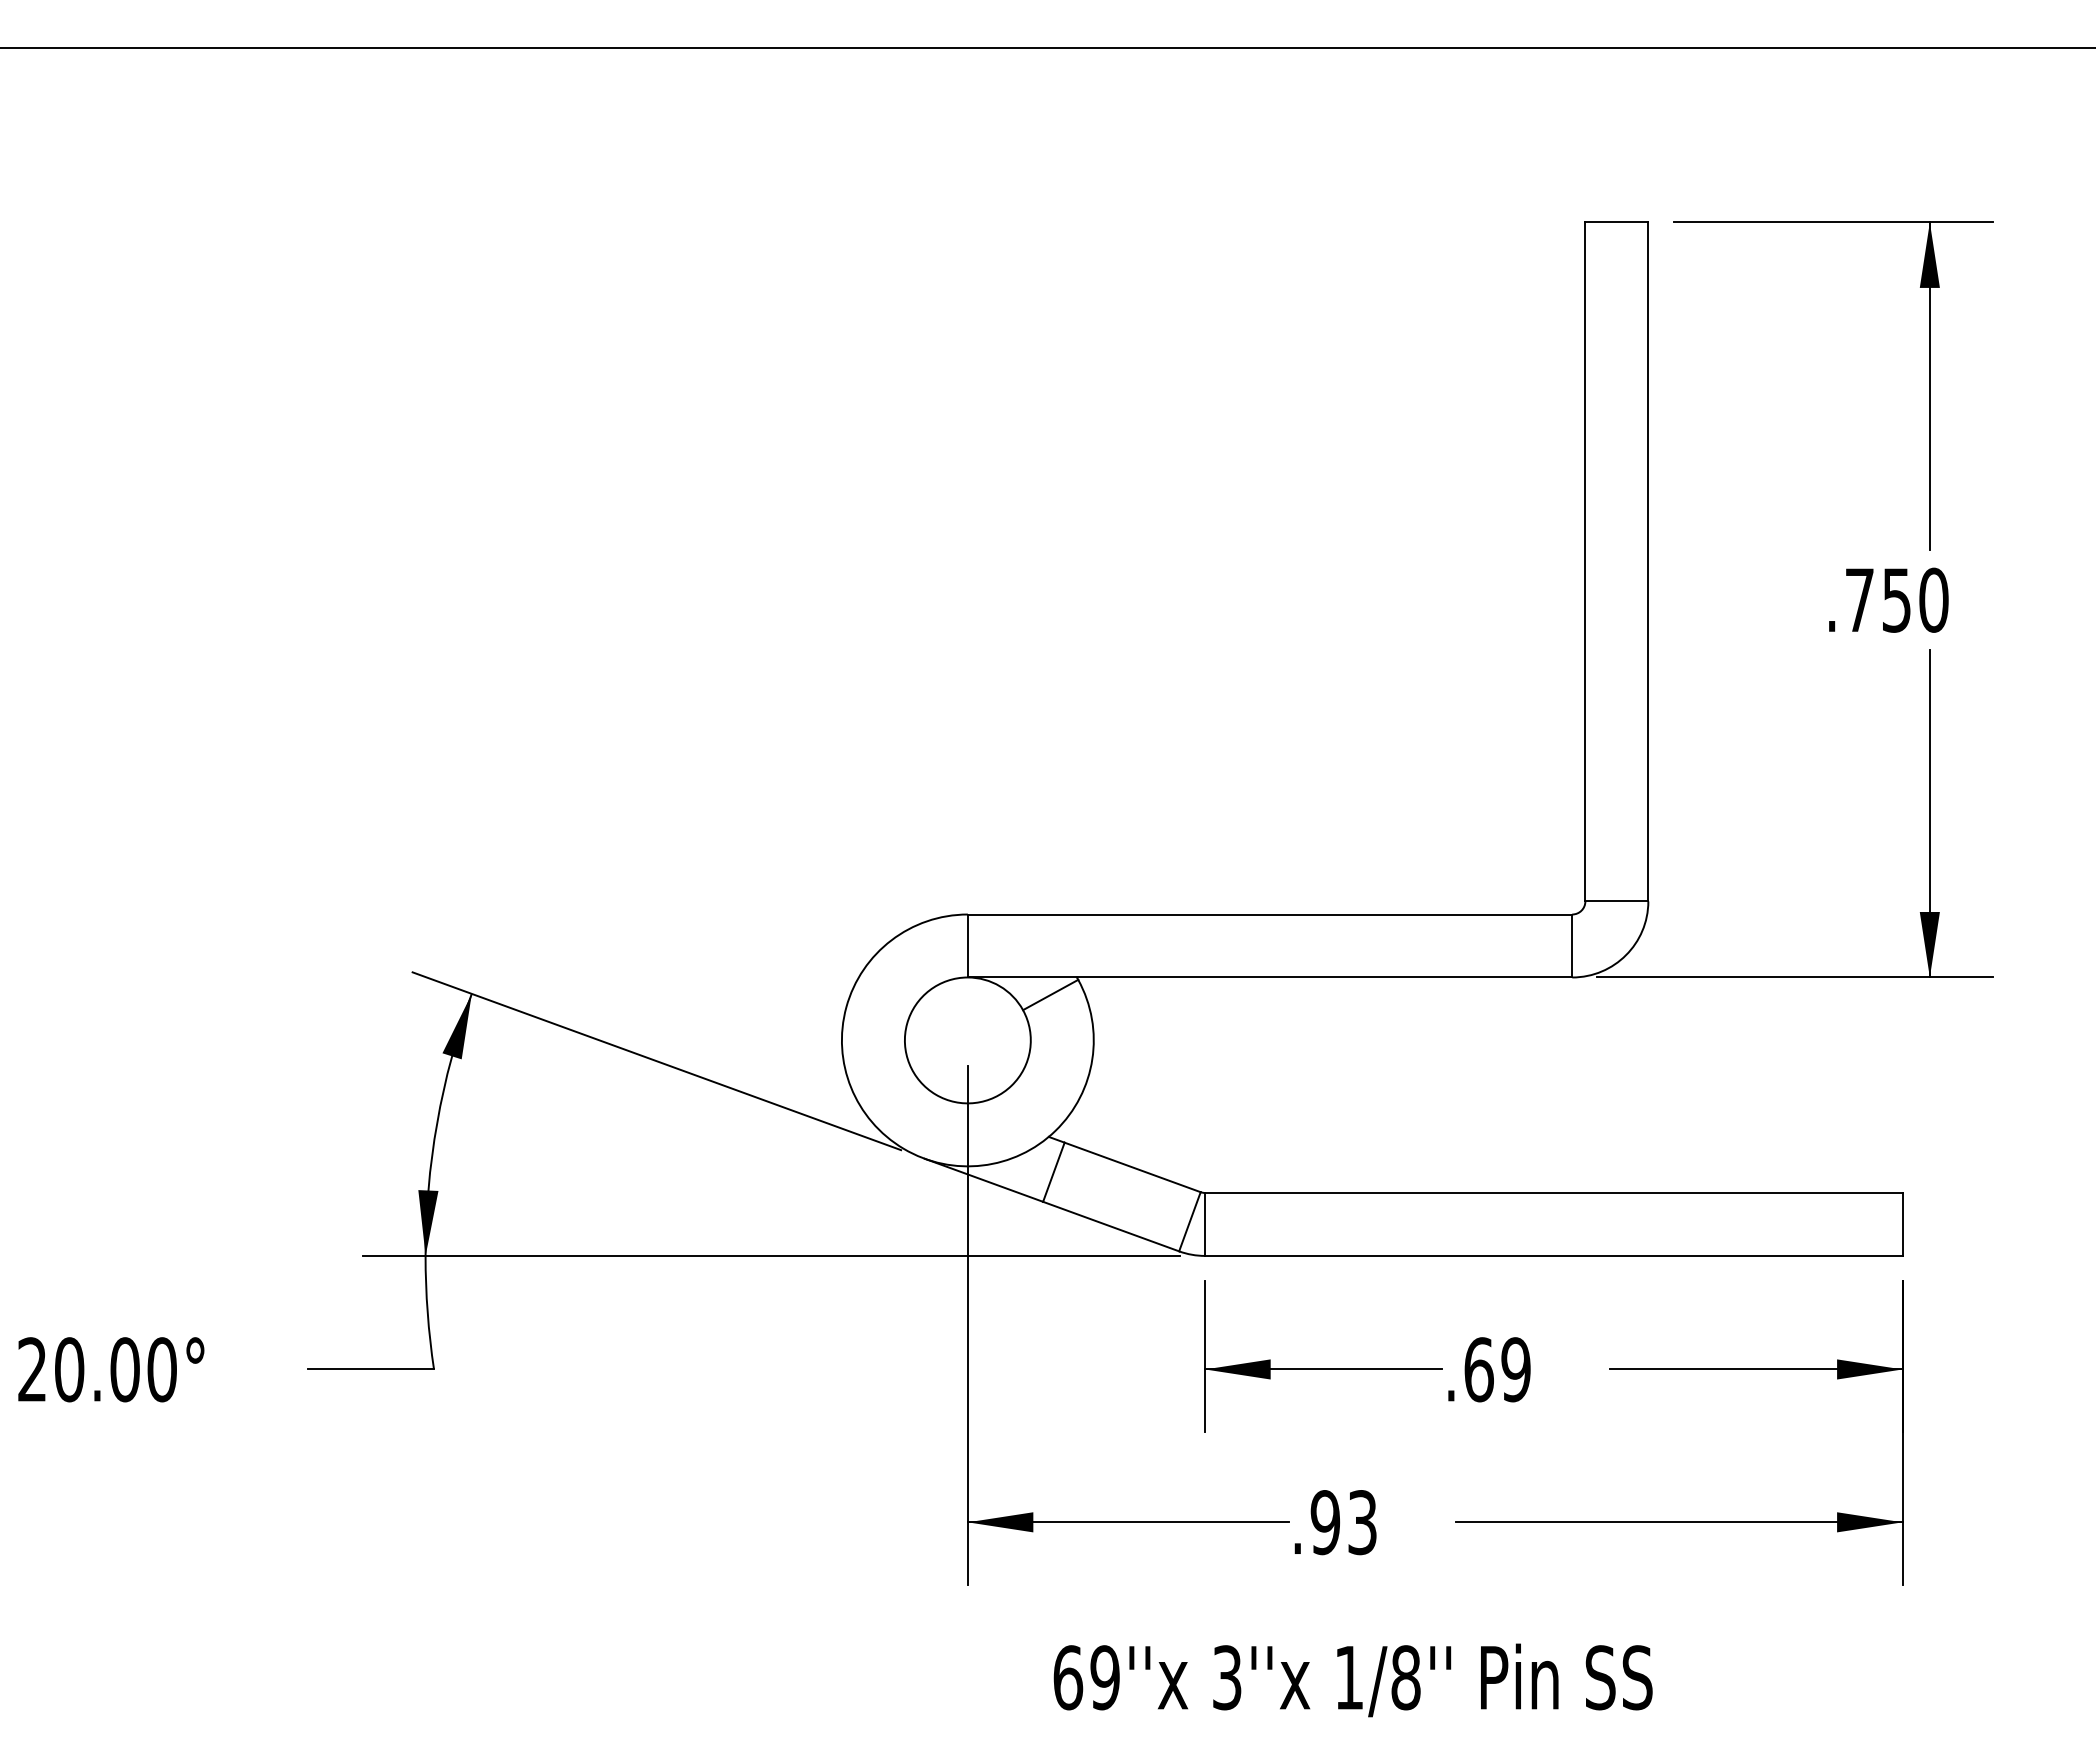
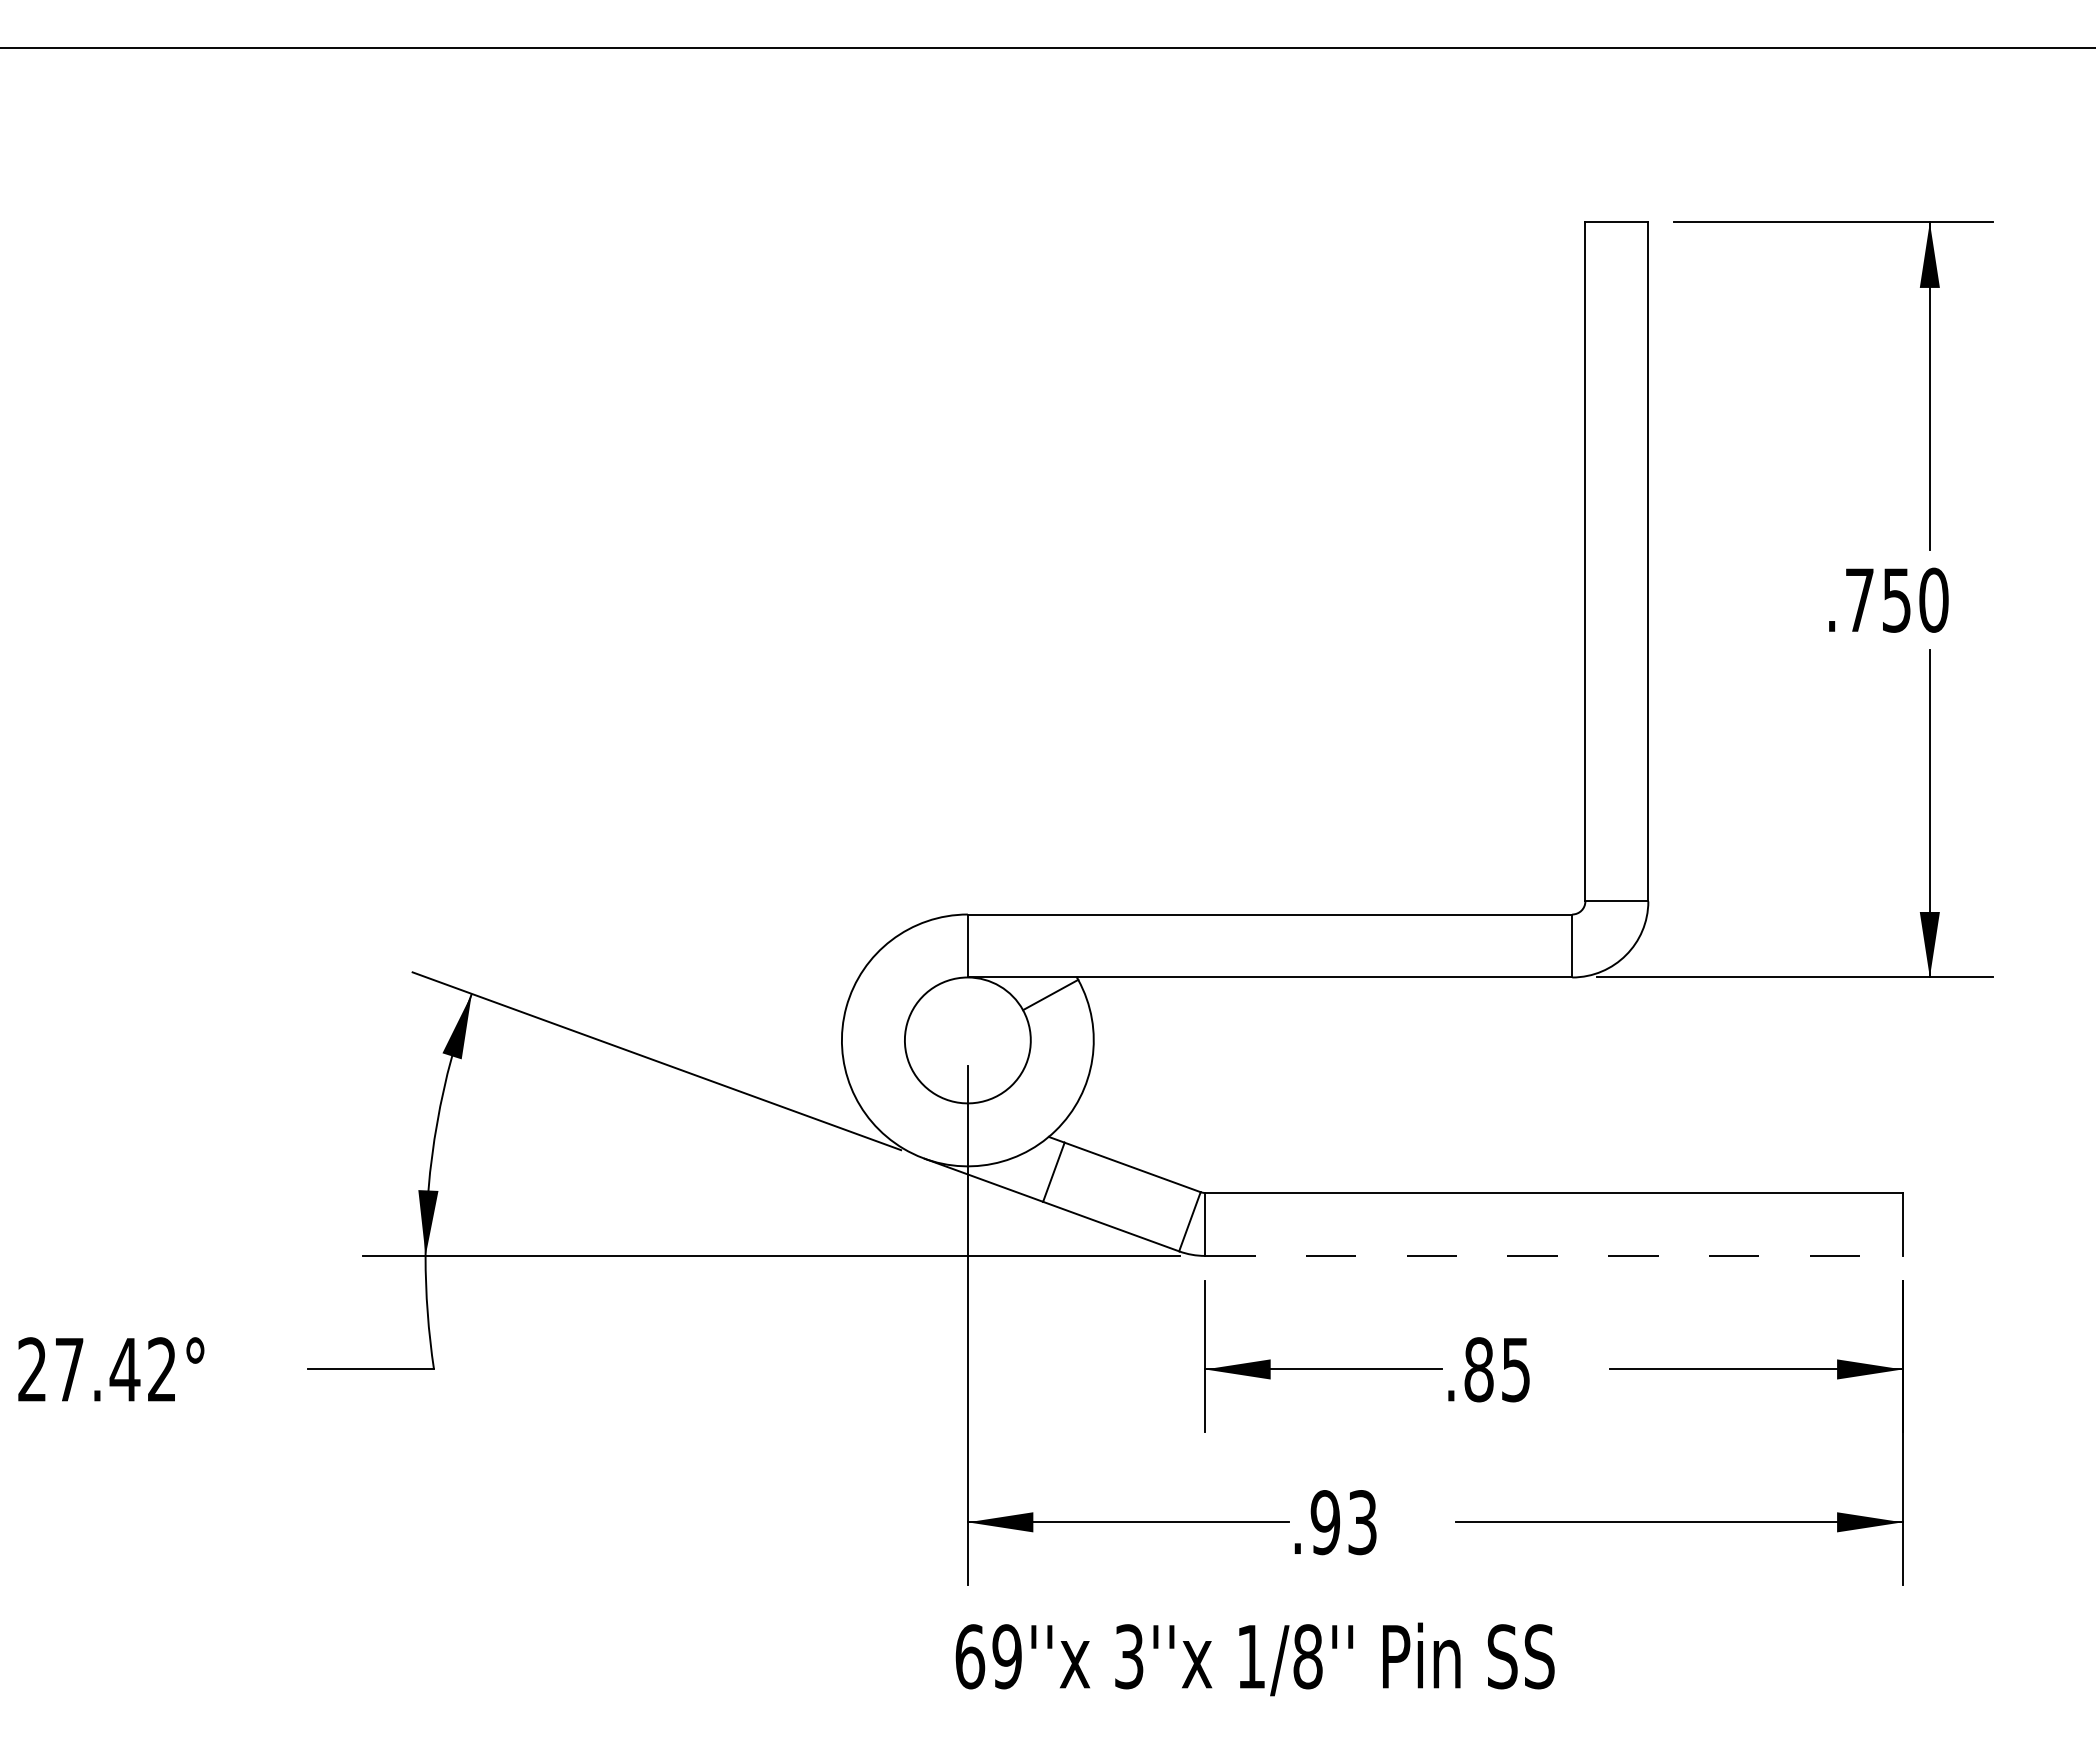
line at (1553, 1255): solid -> dashed
text at (115, 1369): 20.00° -> 27.42°
text at (1497, 1369): .69 -> .85
text at (1352, 1680) position: (1352, 1680) -> (1254, 1659)
